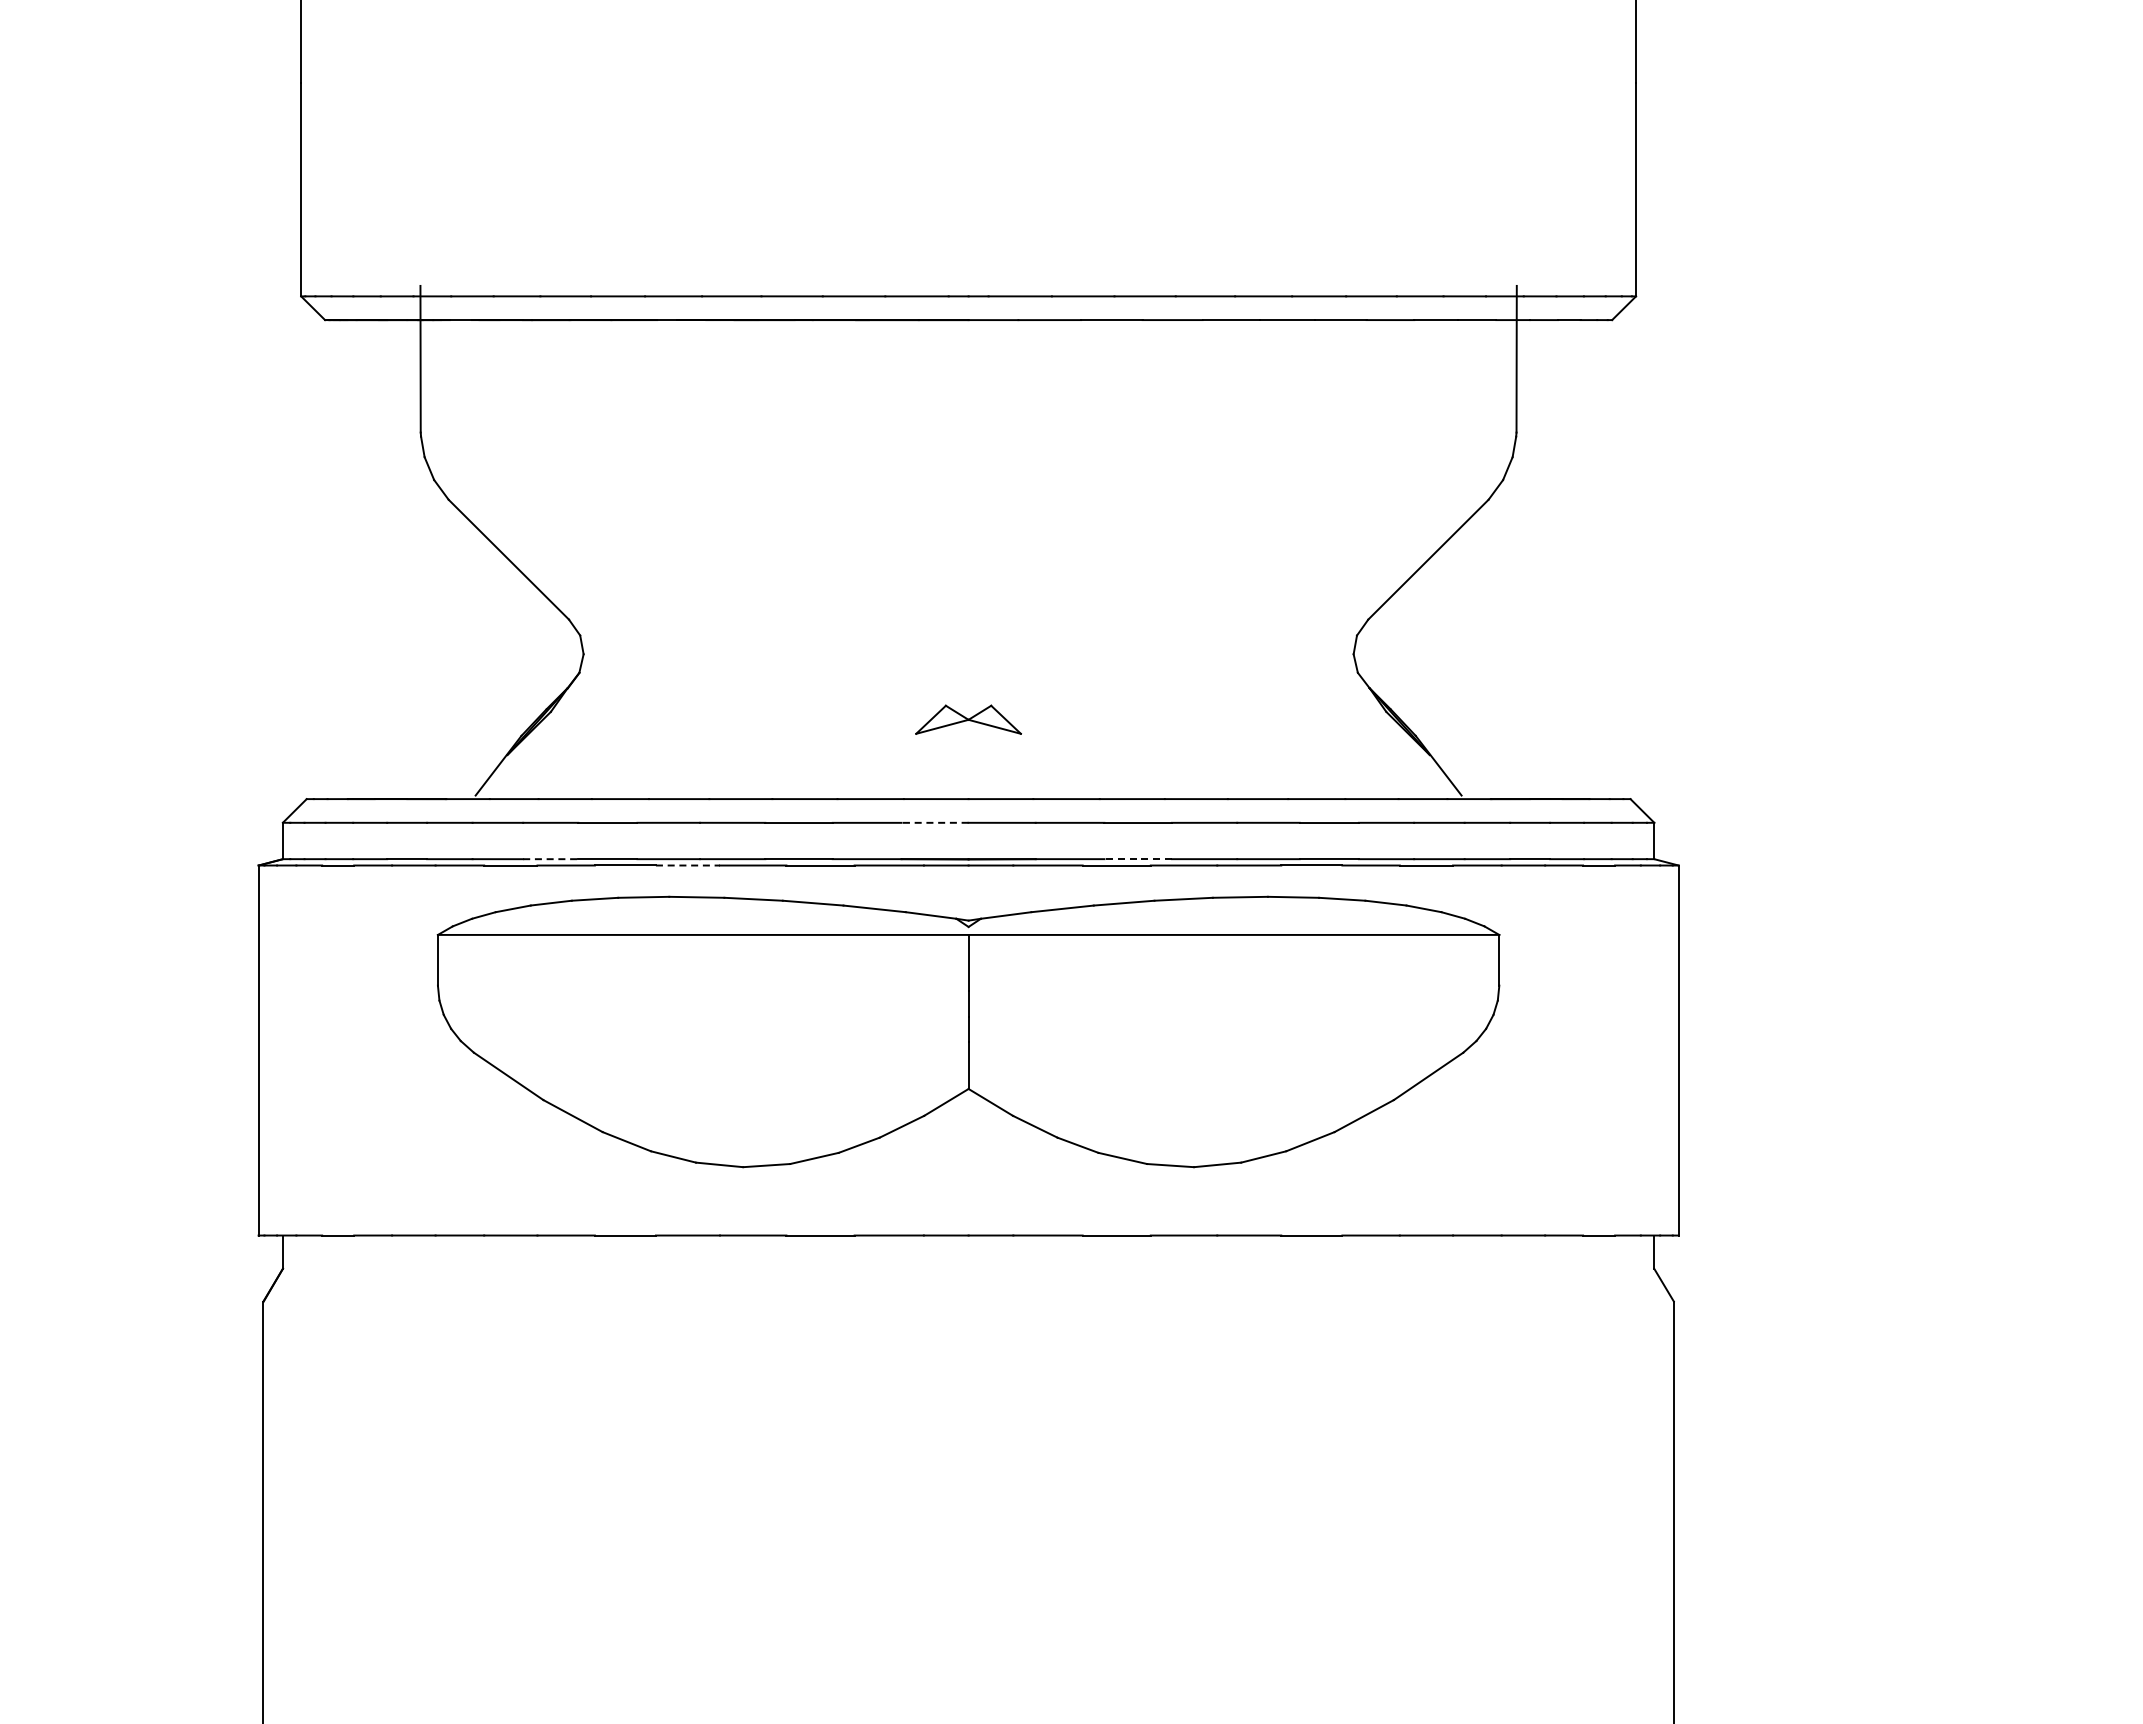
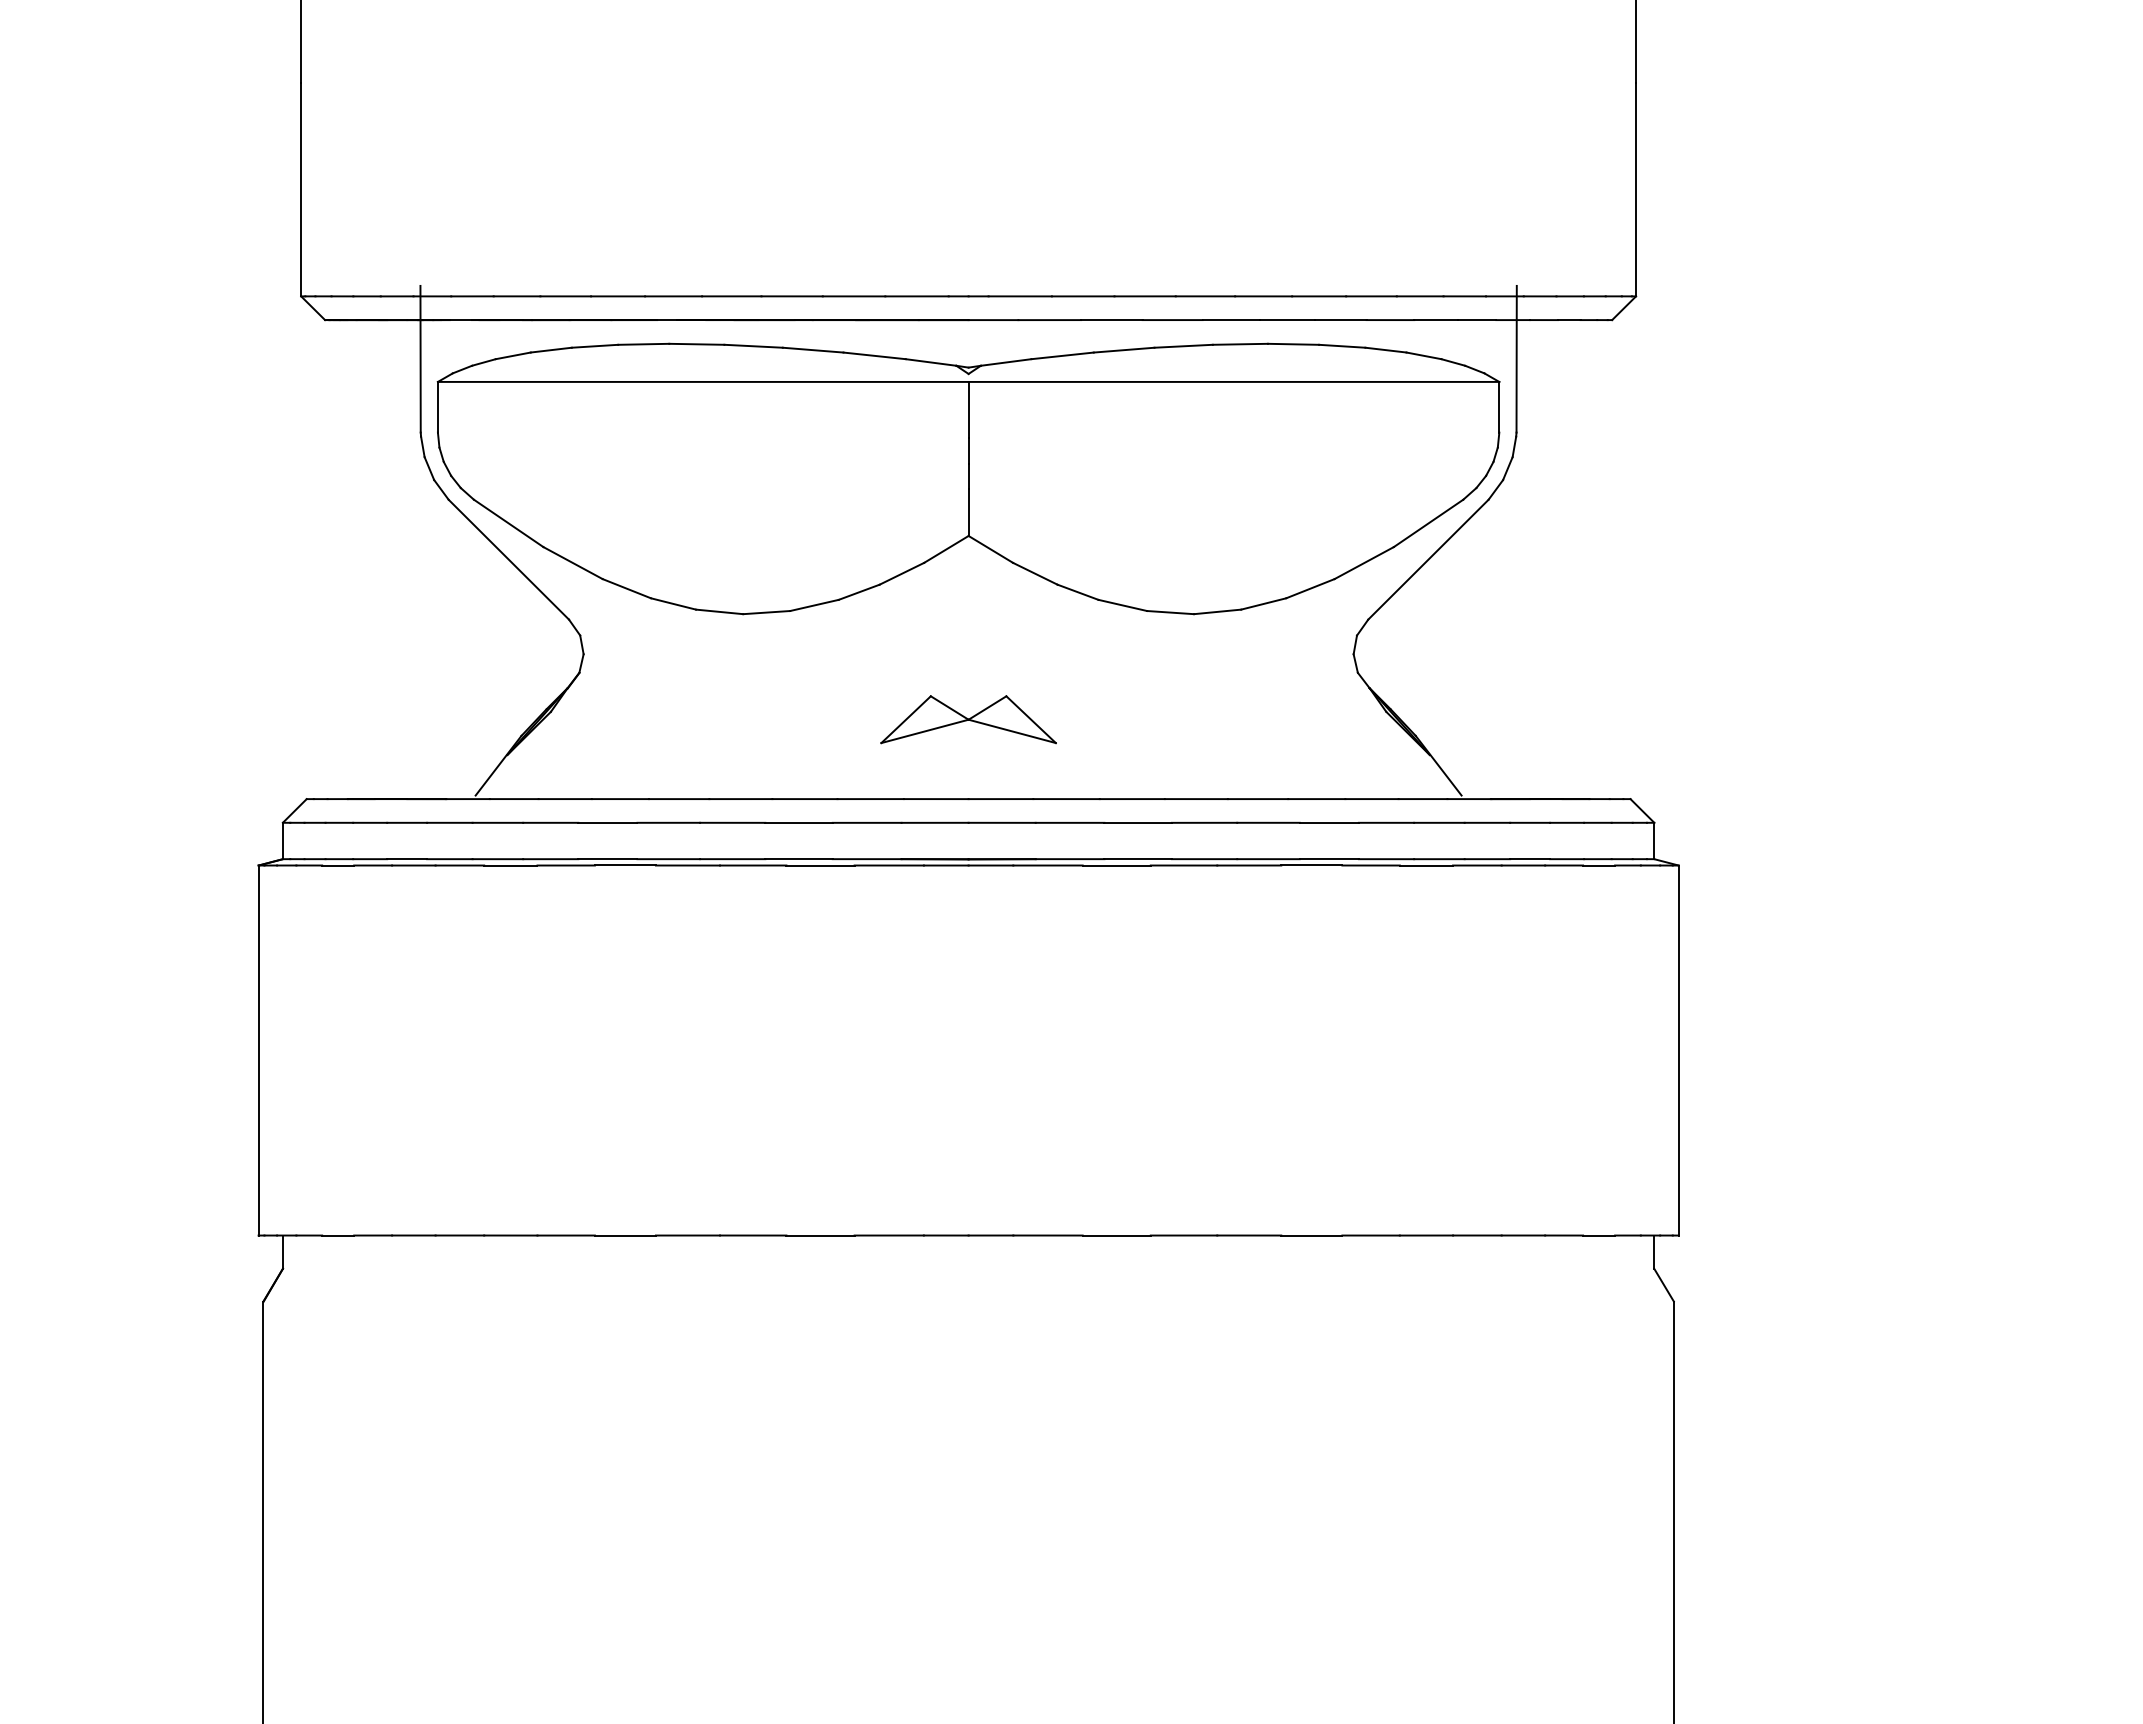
part at (968, 719) size: 107x31 px -> 177x50 px
line at (935, 822): dashed -> solid
line at (550, 859): dashed -> solid
line at (1138, 859): dashed -> solid
line at (688, 865): dashed -> solid
part at (968, 1031) position: (968, 1031) -> (968, 478)
